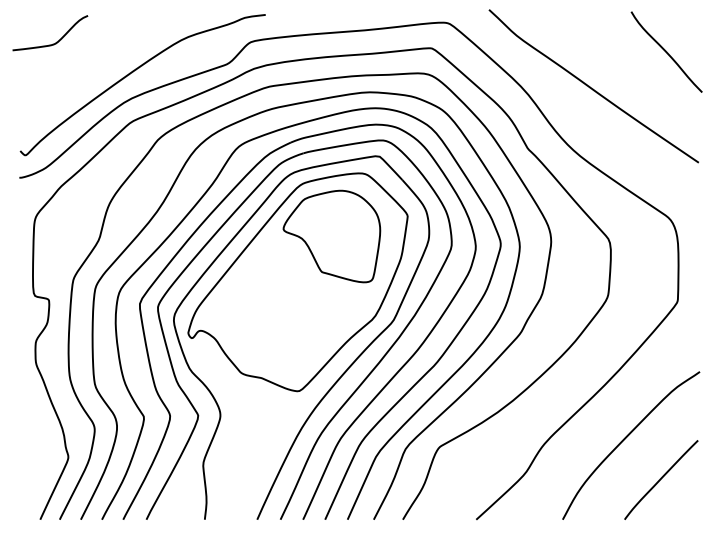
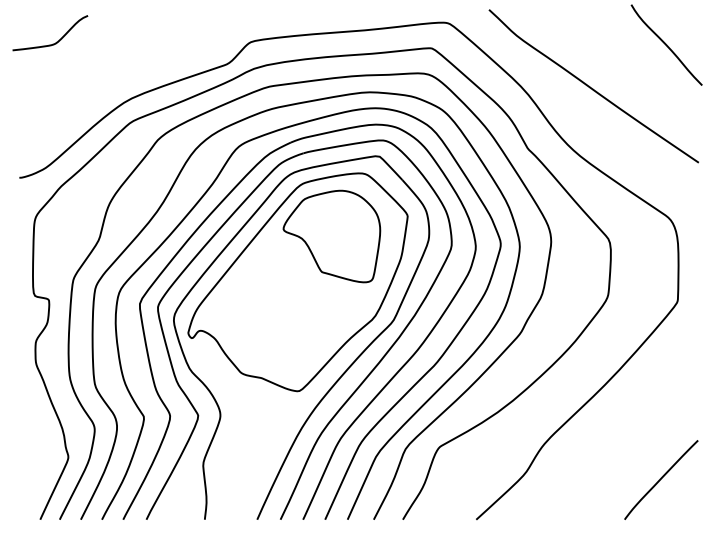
curve at (666, 51) position: (666, 51) -> (666, 44)
curve at (132, 73): present -> none
curve at (625, 439): present -> none
